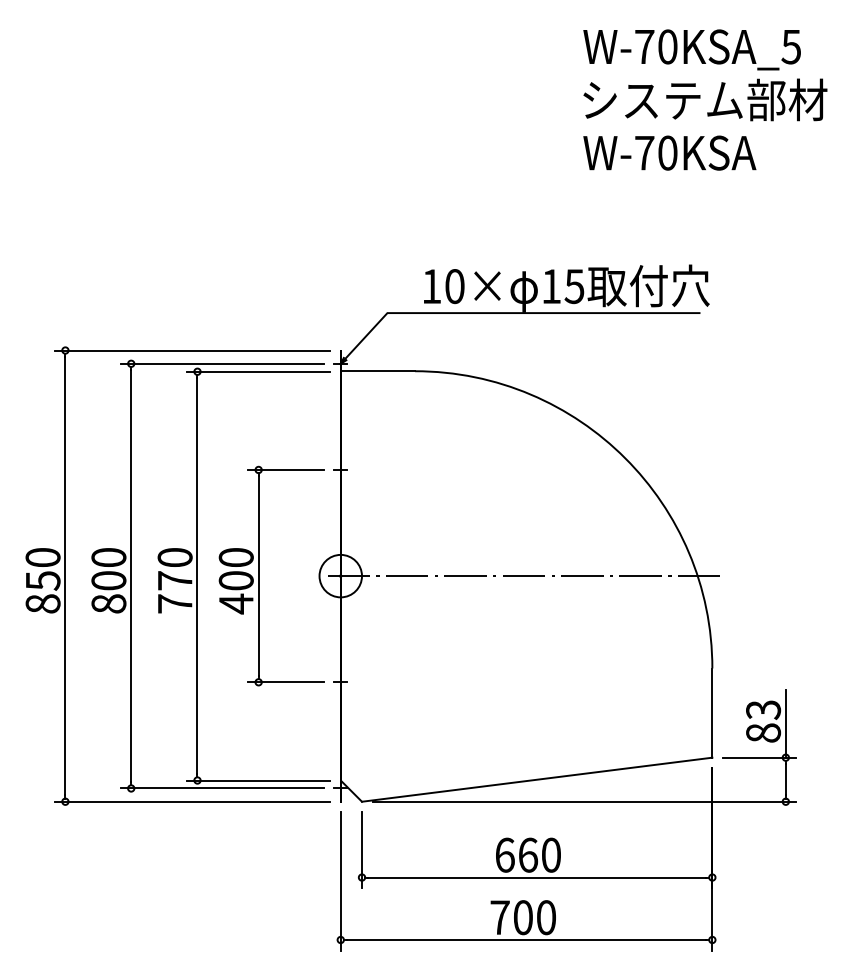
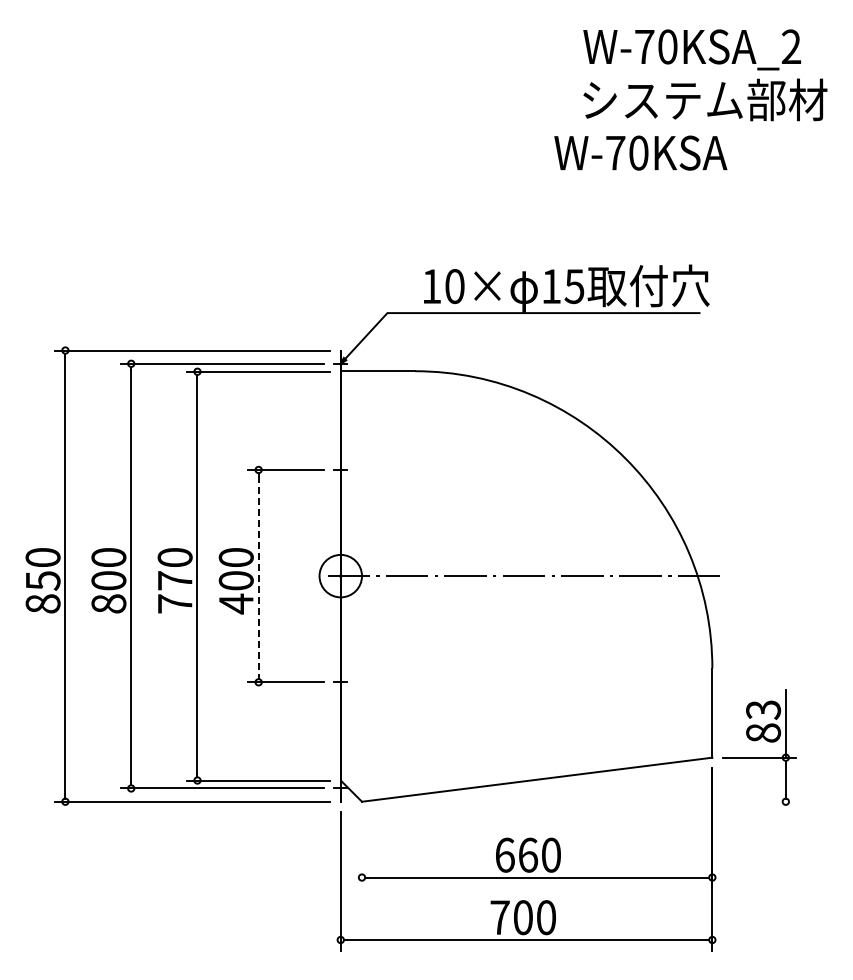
text at (791, 46): W-70KSA_5 -> W-70KSA_2
text at (669, 152) position: (669, 152) -> (640, 152)
line at (258, 576): solid -> dashed
line at (584, 801): present -> none
line at (362, 850): present -> none
